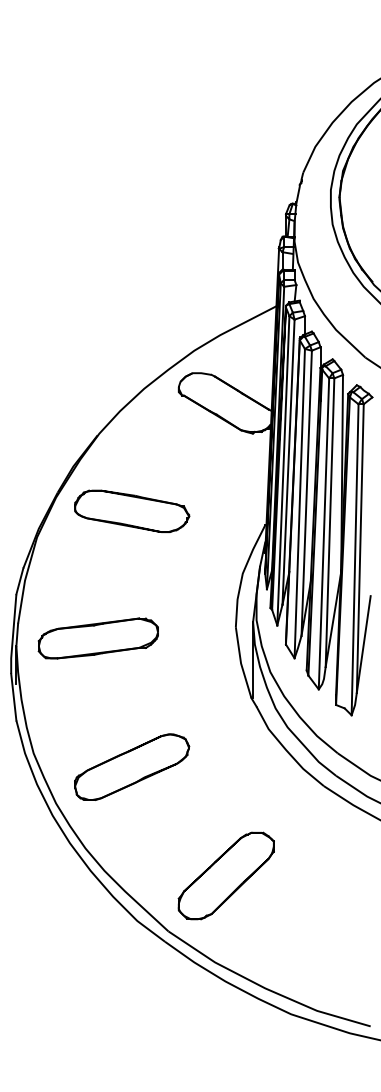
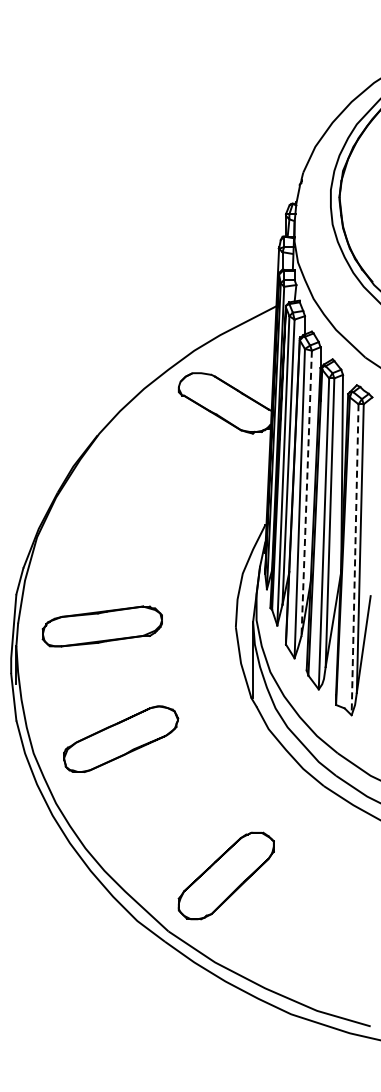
line at (306, 493): solid -> dashed
part at (132, 511): present -> none
line at (355, 559): solid -> dashed
part at (97, 638) position: (97, 638) -> (101, 626)
part at (132, 766) position: (132, 766) -> (121, 738)
